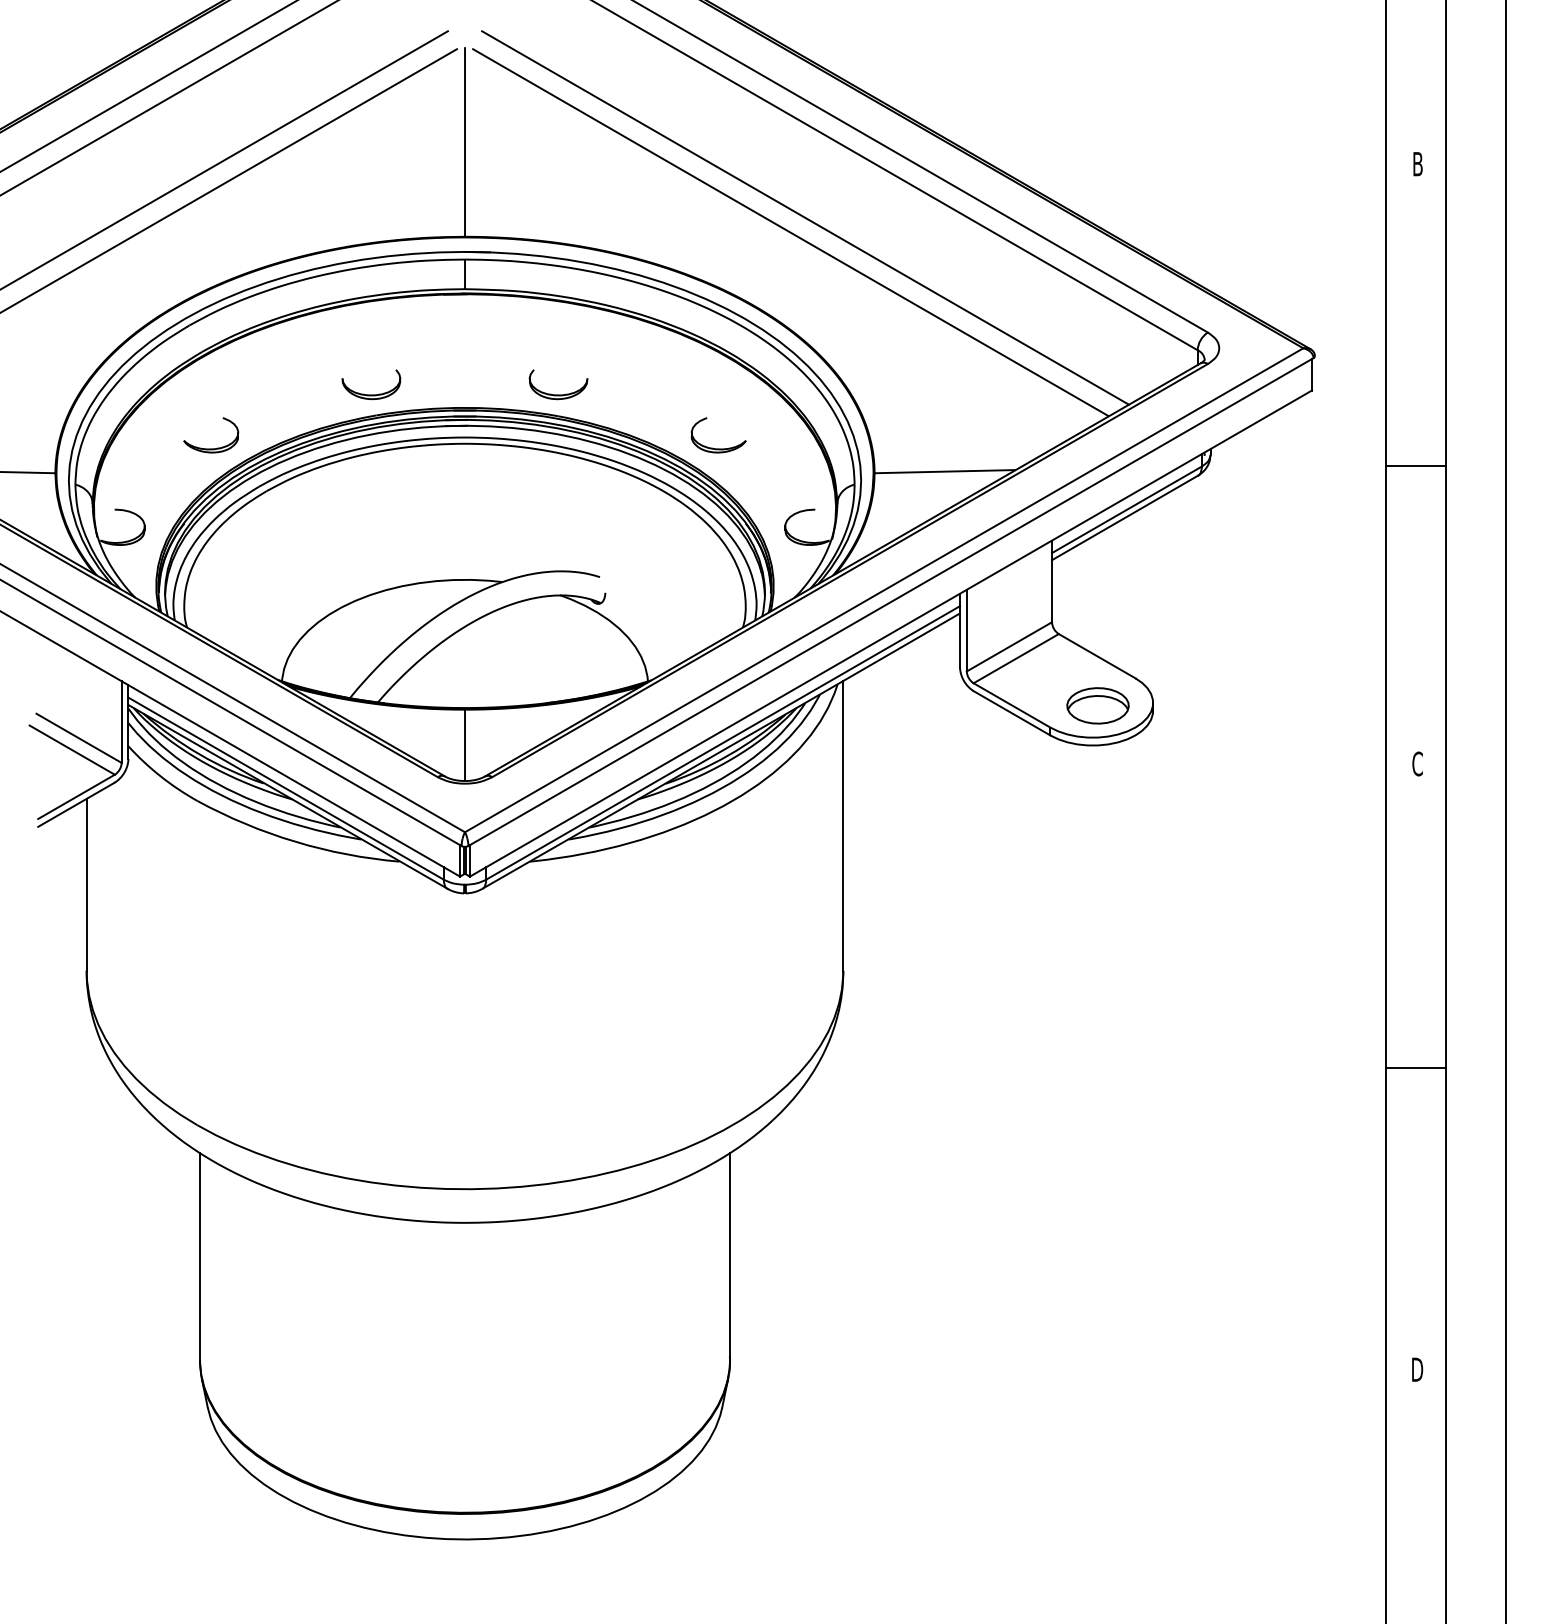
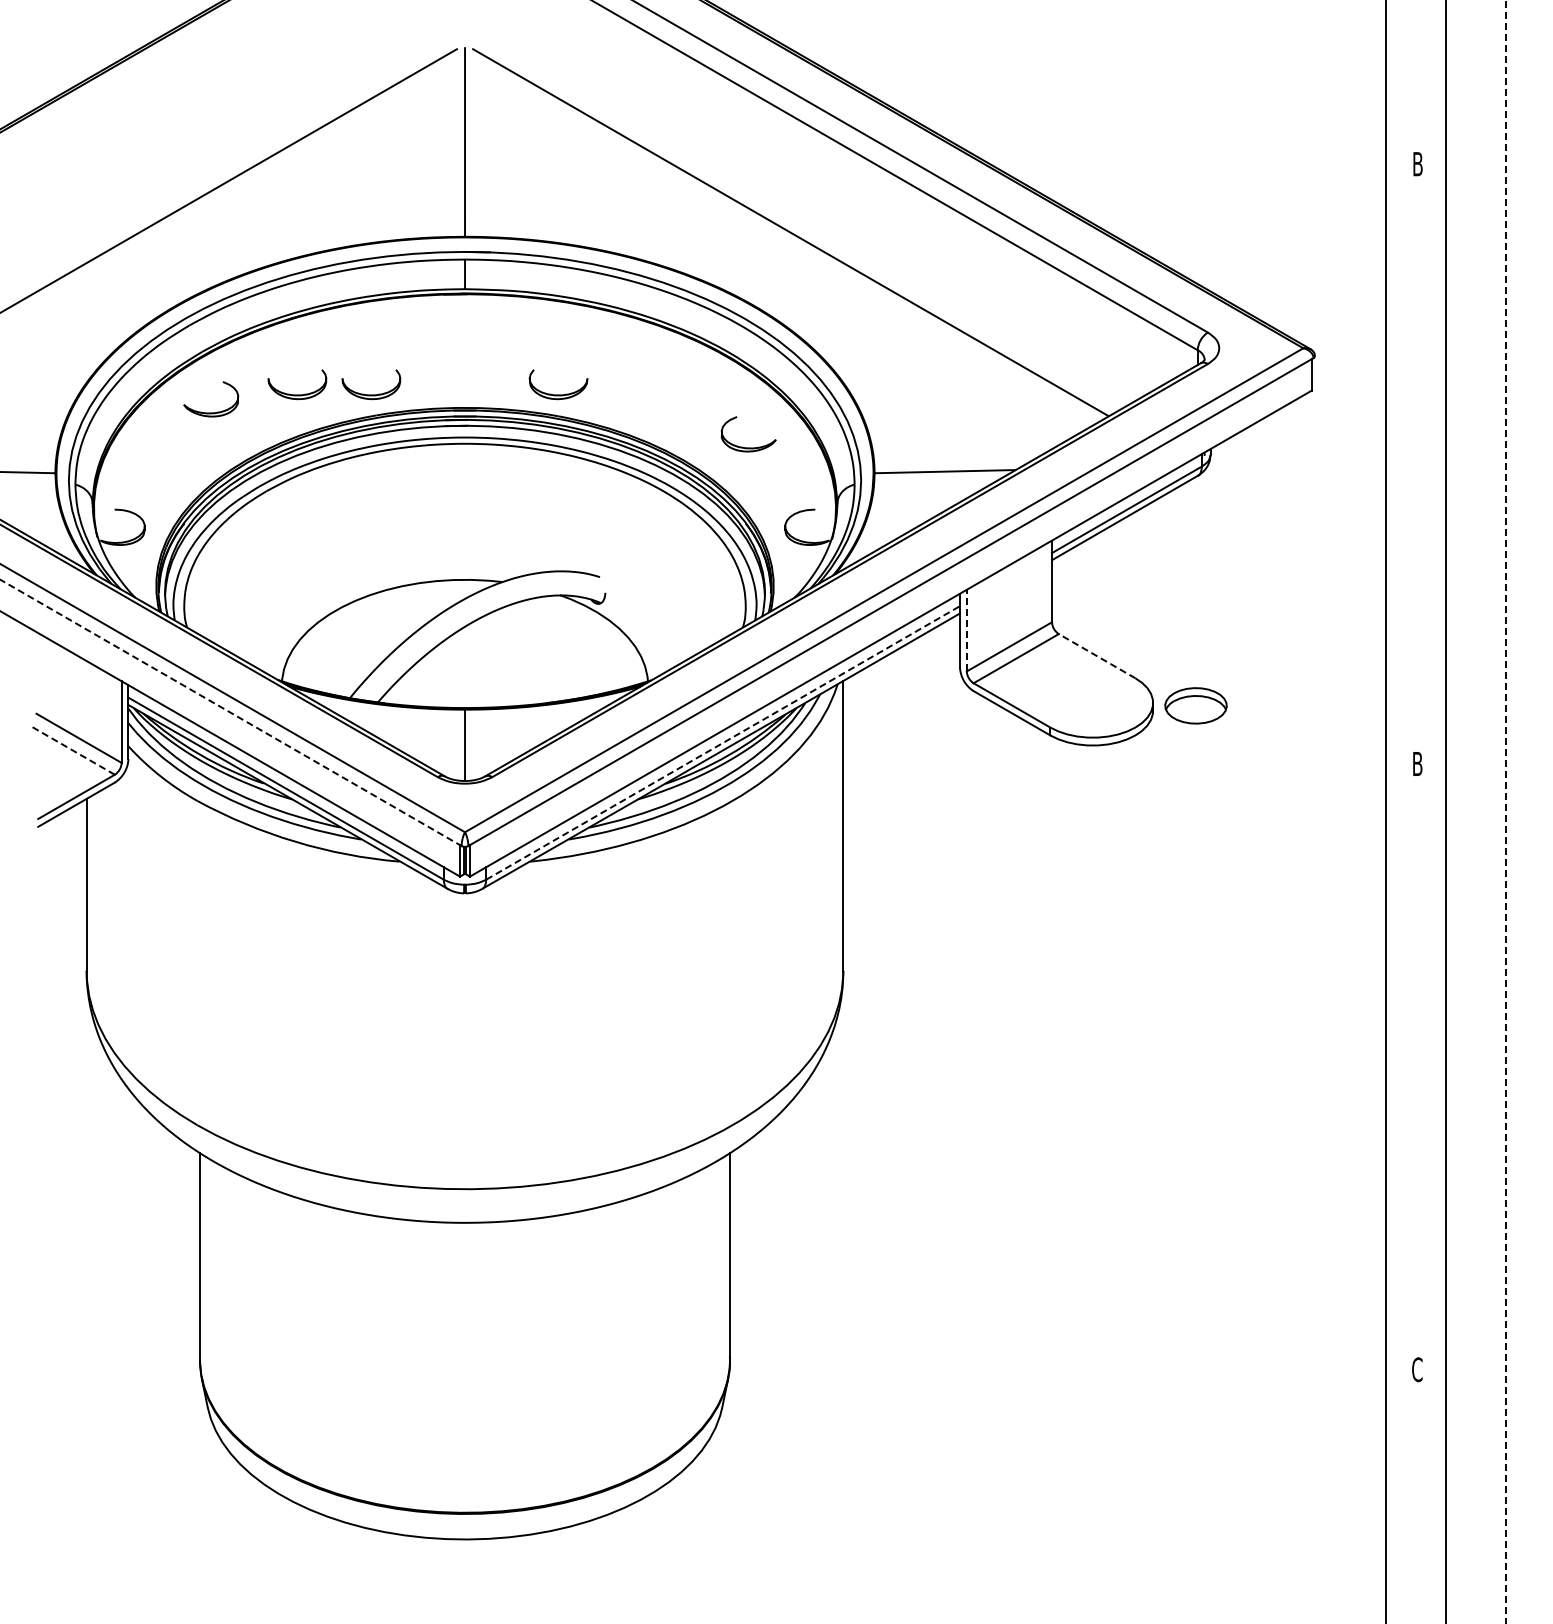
line at (147, 86): present -> none
line at (168, 98): present -> none
line at (224, 159): present -> none
line at (805, 217): present -> none
part at (297, 394): none -> present
part at (211, 448) position: (211, 448) -> (211, 412)
part at (718, 448) position: (718, 448) -> (748, 447)
line at (1415, 465): present -> none
line at (966, 630): solid -> dashed
line at (1096, 655): solid -> dashed
part at (1097, 705) position: (1097, 705) -> (1195, 705)
line at (230, 712): solid -> dashed
line at (723, 742): solid -> dashed
line at (71, 749): solid -> dashed
text at (1417, 763): C -> B
line at (1506, 811): solid -> dashed
line at (1415, 1067): present -> none
text at (1417, 1369): D -> C
